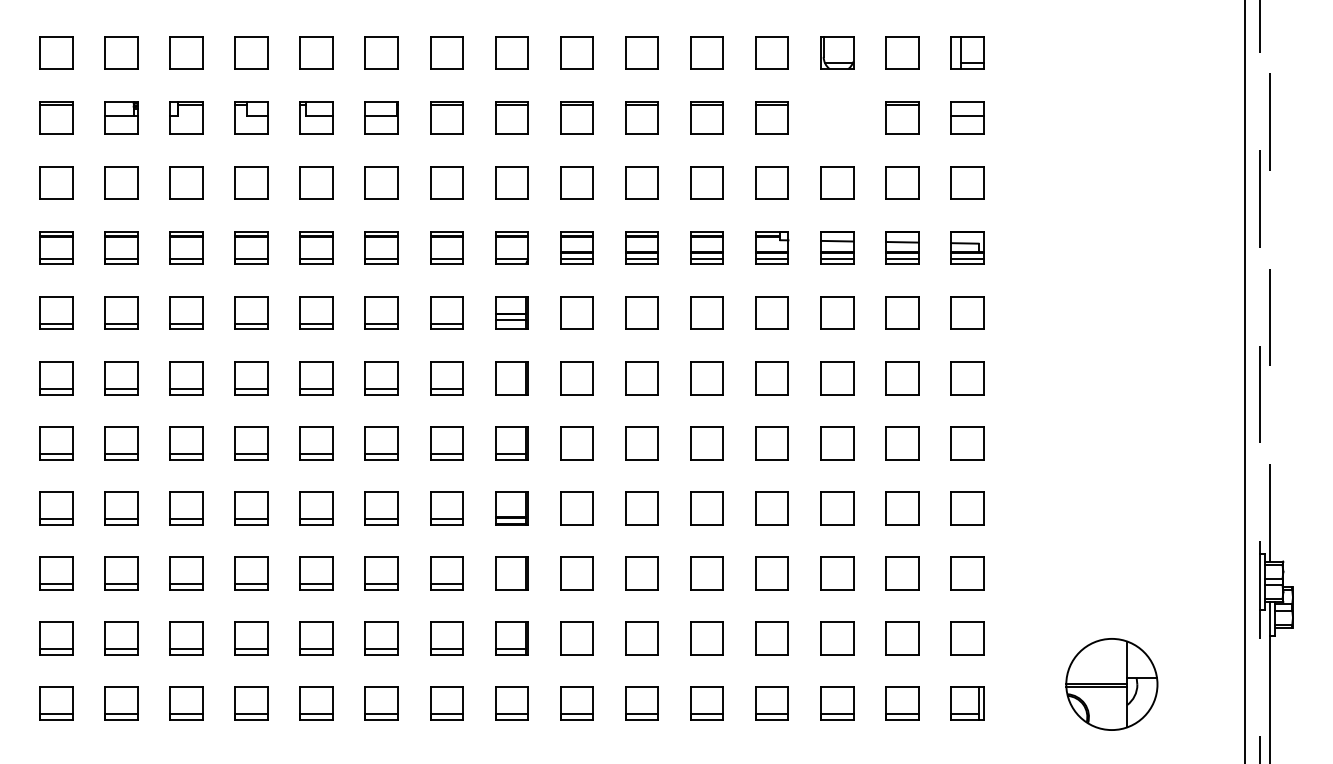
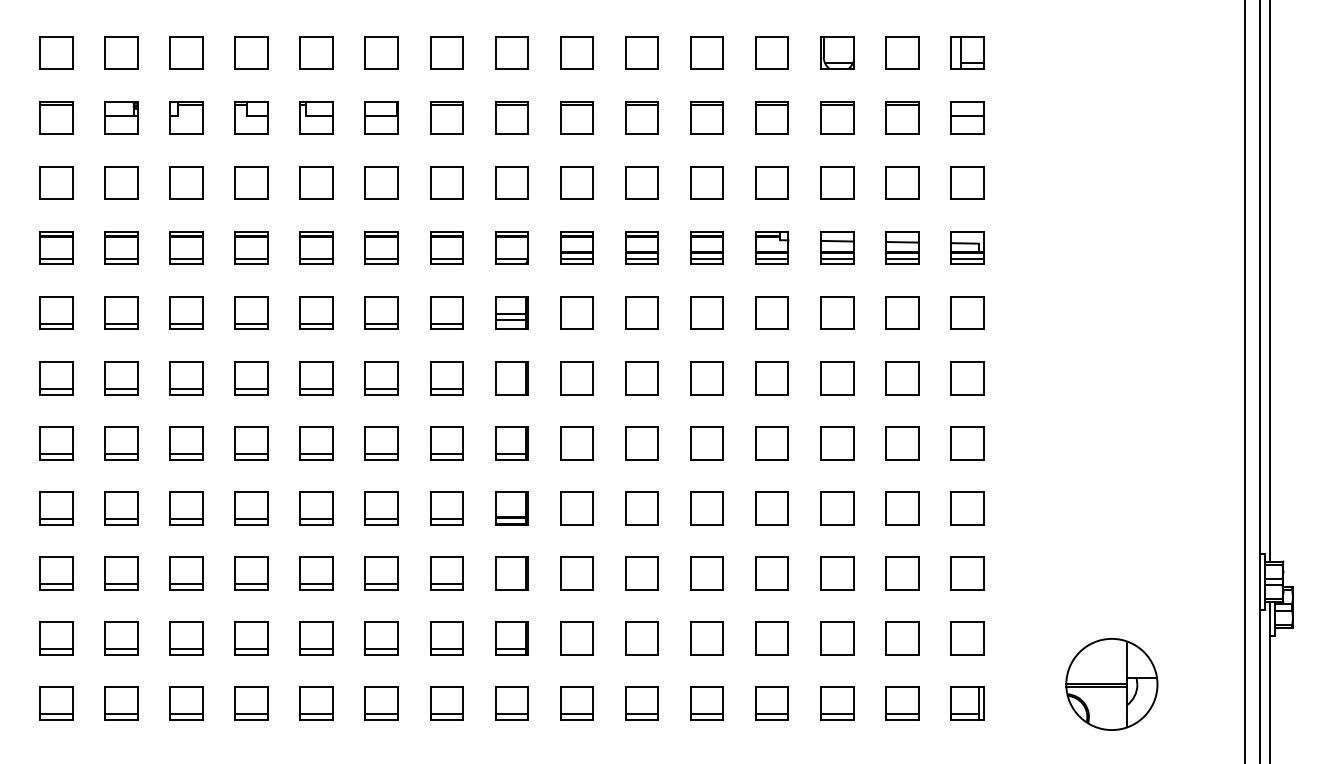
part at (837, 117): none -> present
line at (1270, 280): dashed -> solid
line at (1260, 382): dashed -> solid
